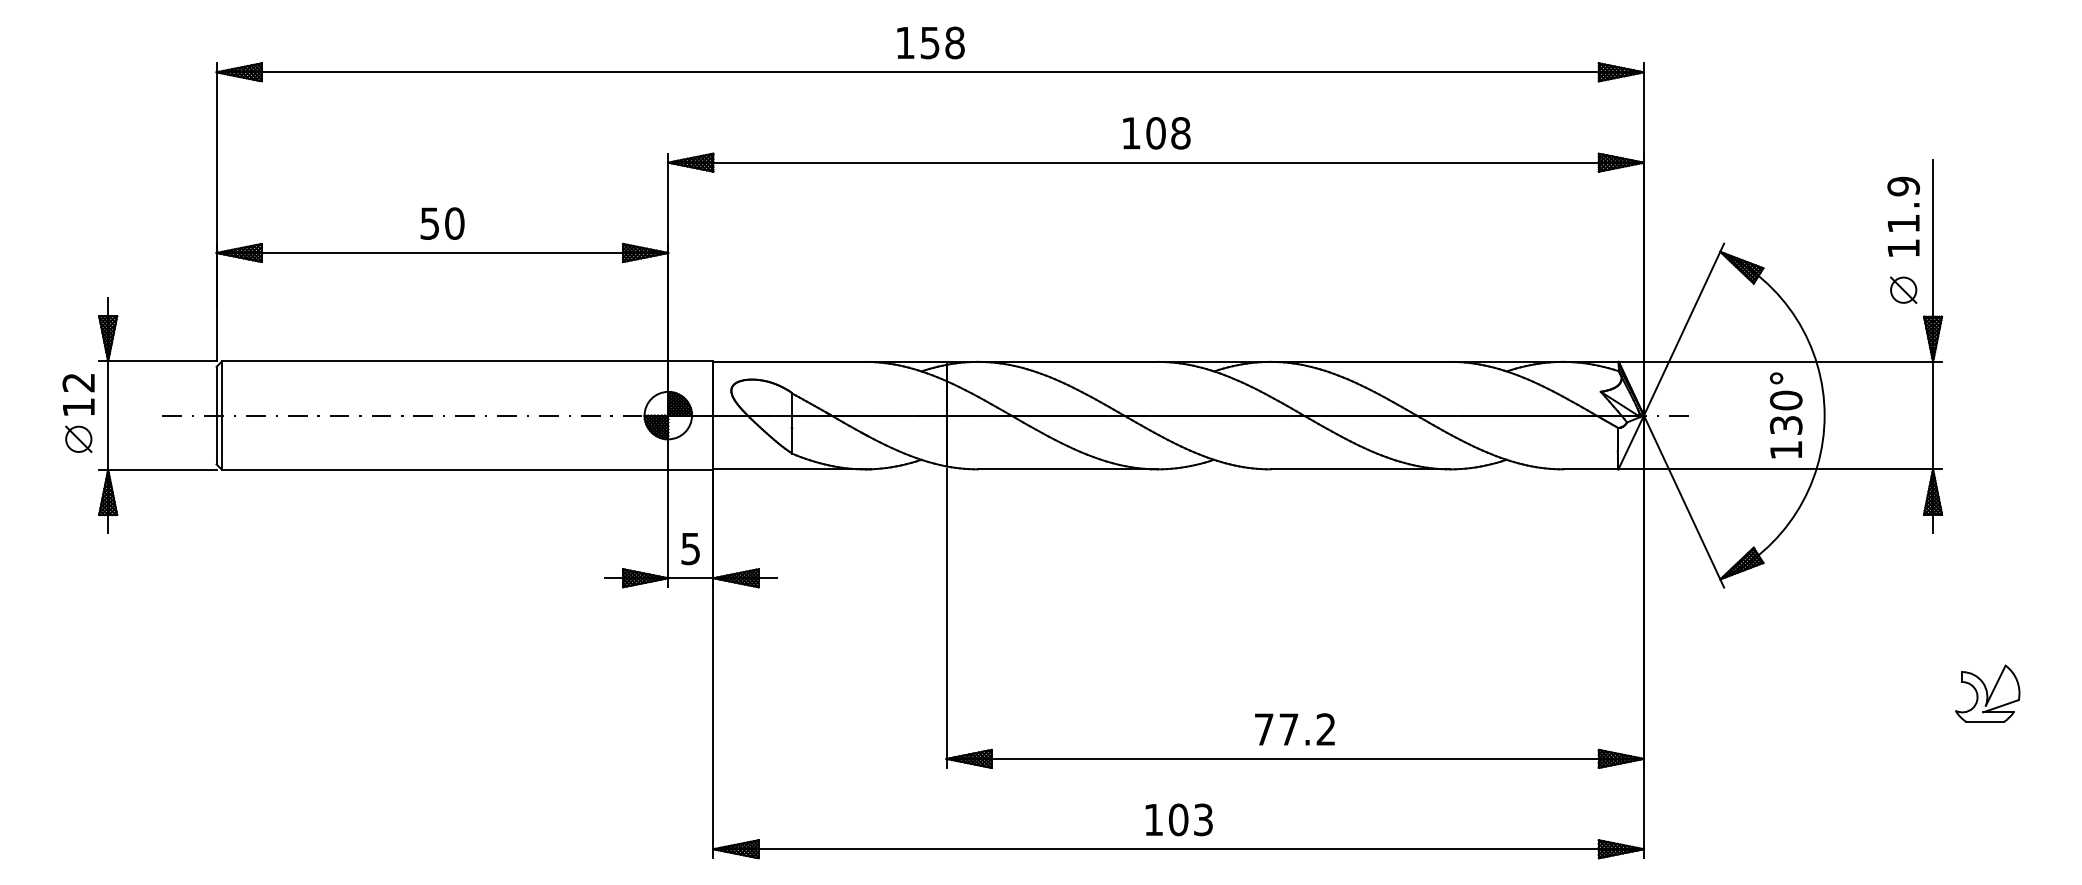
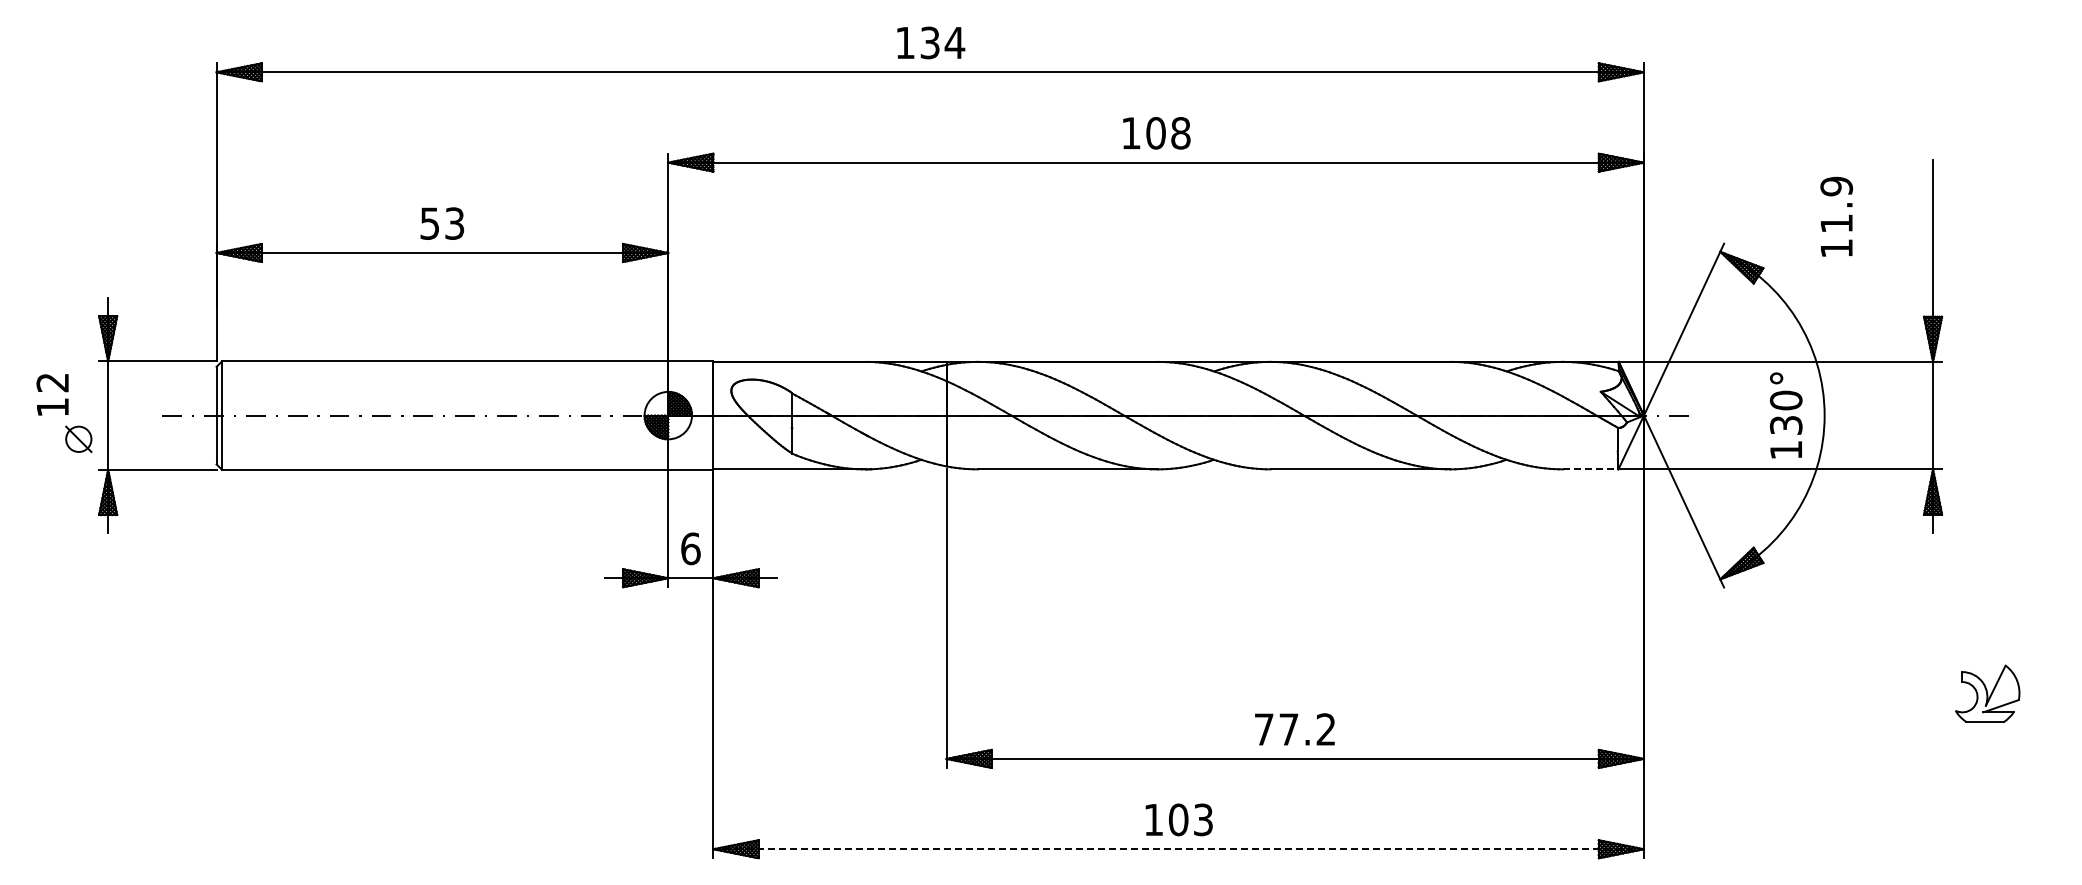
text at (943, 42): 158 -> 134
text at (1903, 216) position: (1903, 216) -> (1836, 216)
text at (454, 223): 50 -> 53
part at (1903, 289): present -> none
text at (78, 394) position: (78, 394) -> (52, 394)
line at (1590, 469): solid -> dashed
text at (690, 548): 5 -> 6
line at (1179, 849): solid -> dashed
